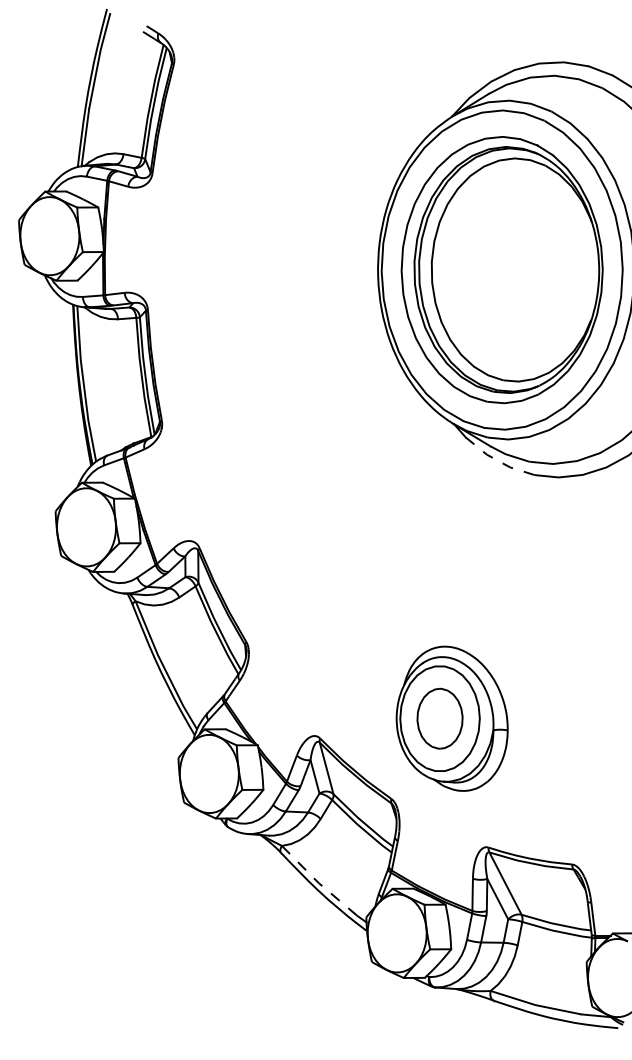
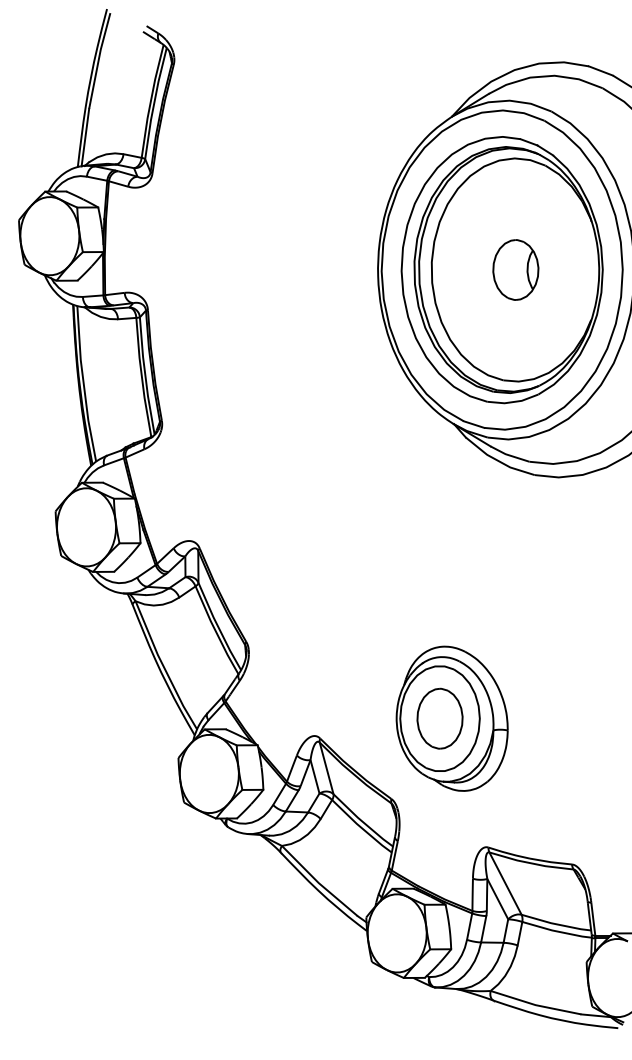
part at (515, 269): none -> present
line at (497, 460): dashed -> solid
line at (318, 883): dashed -> solid
